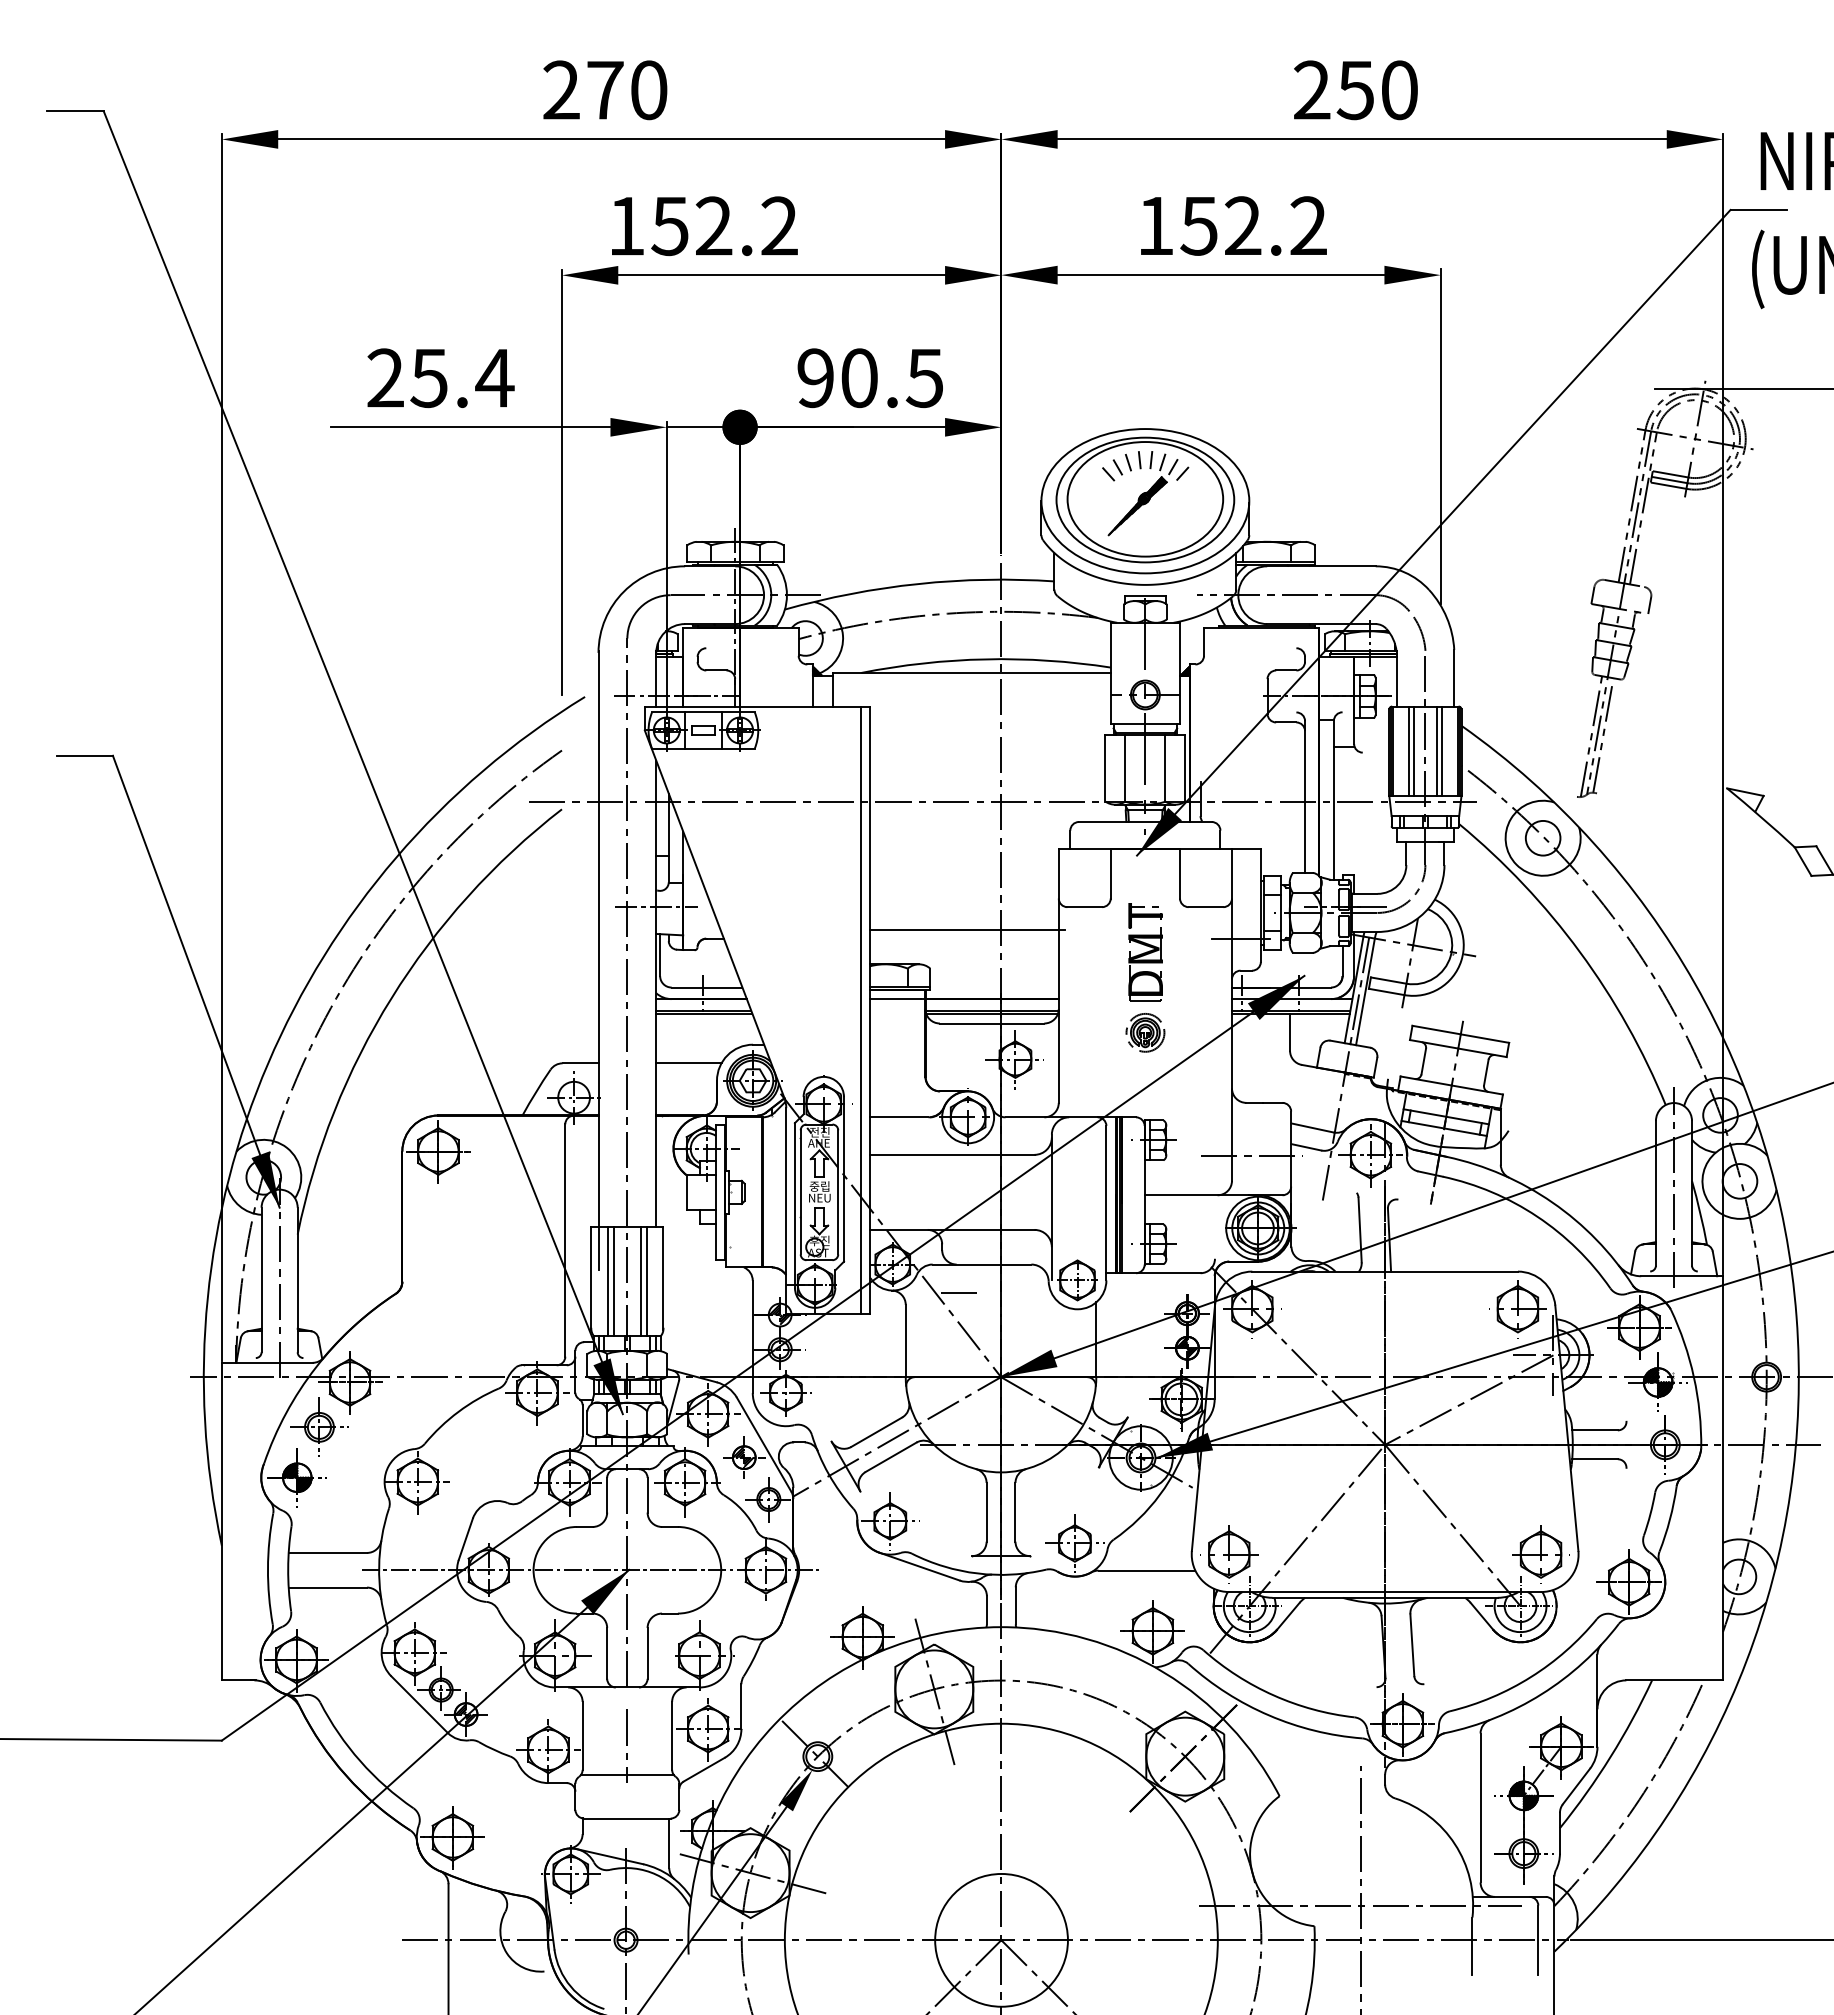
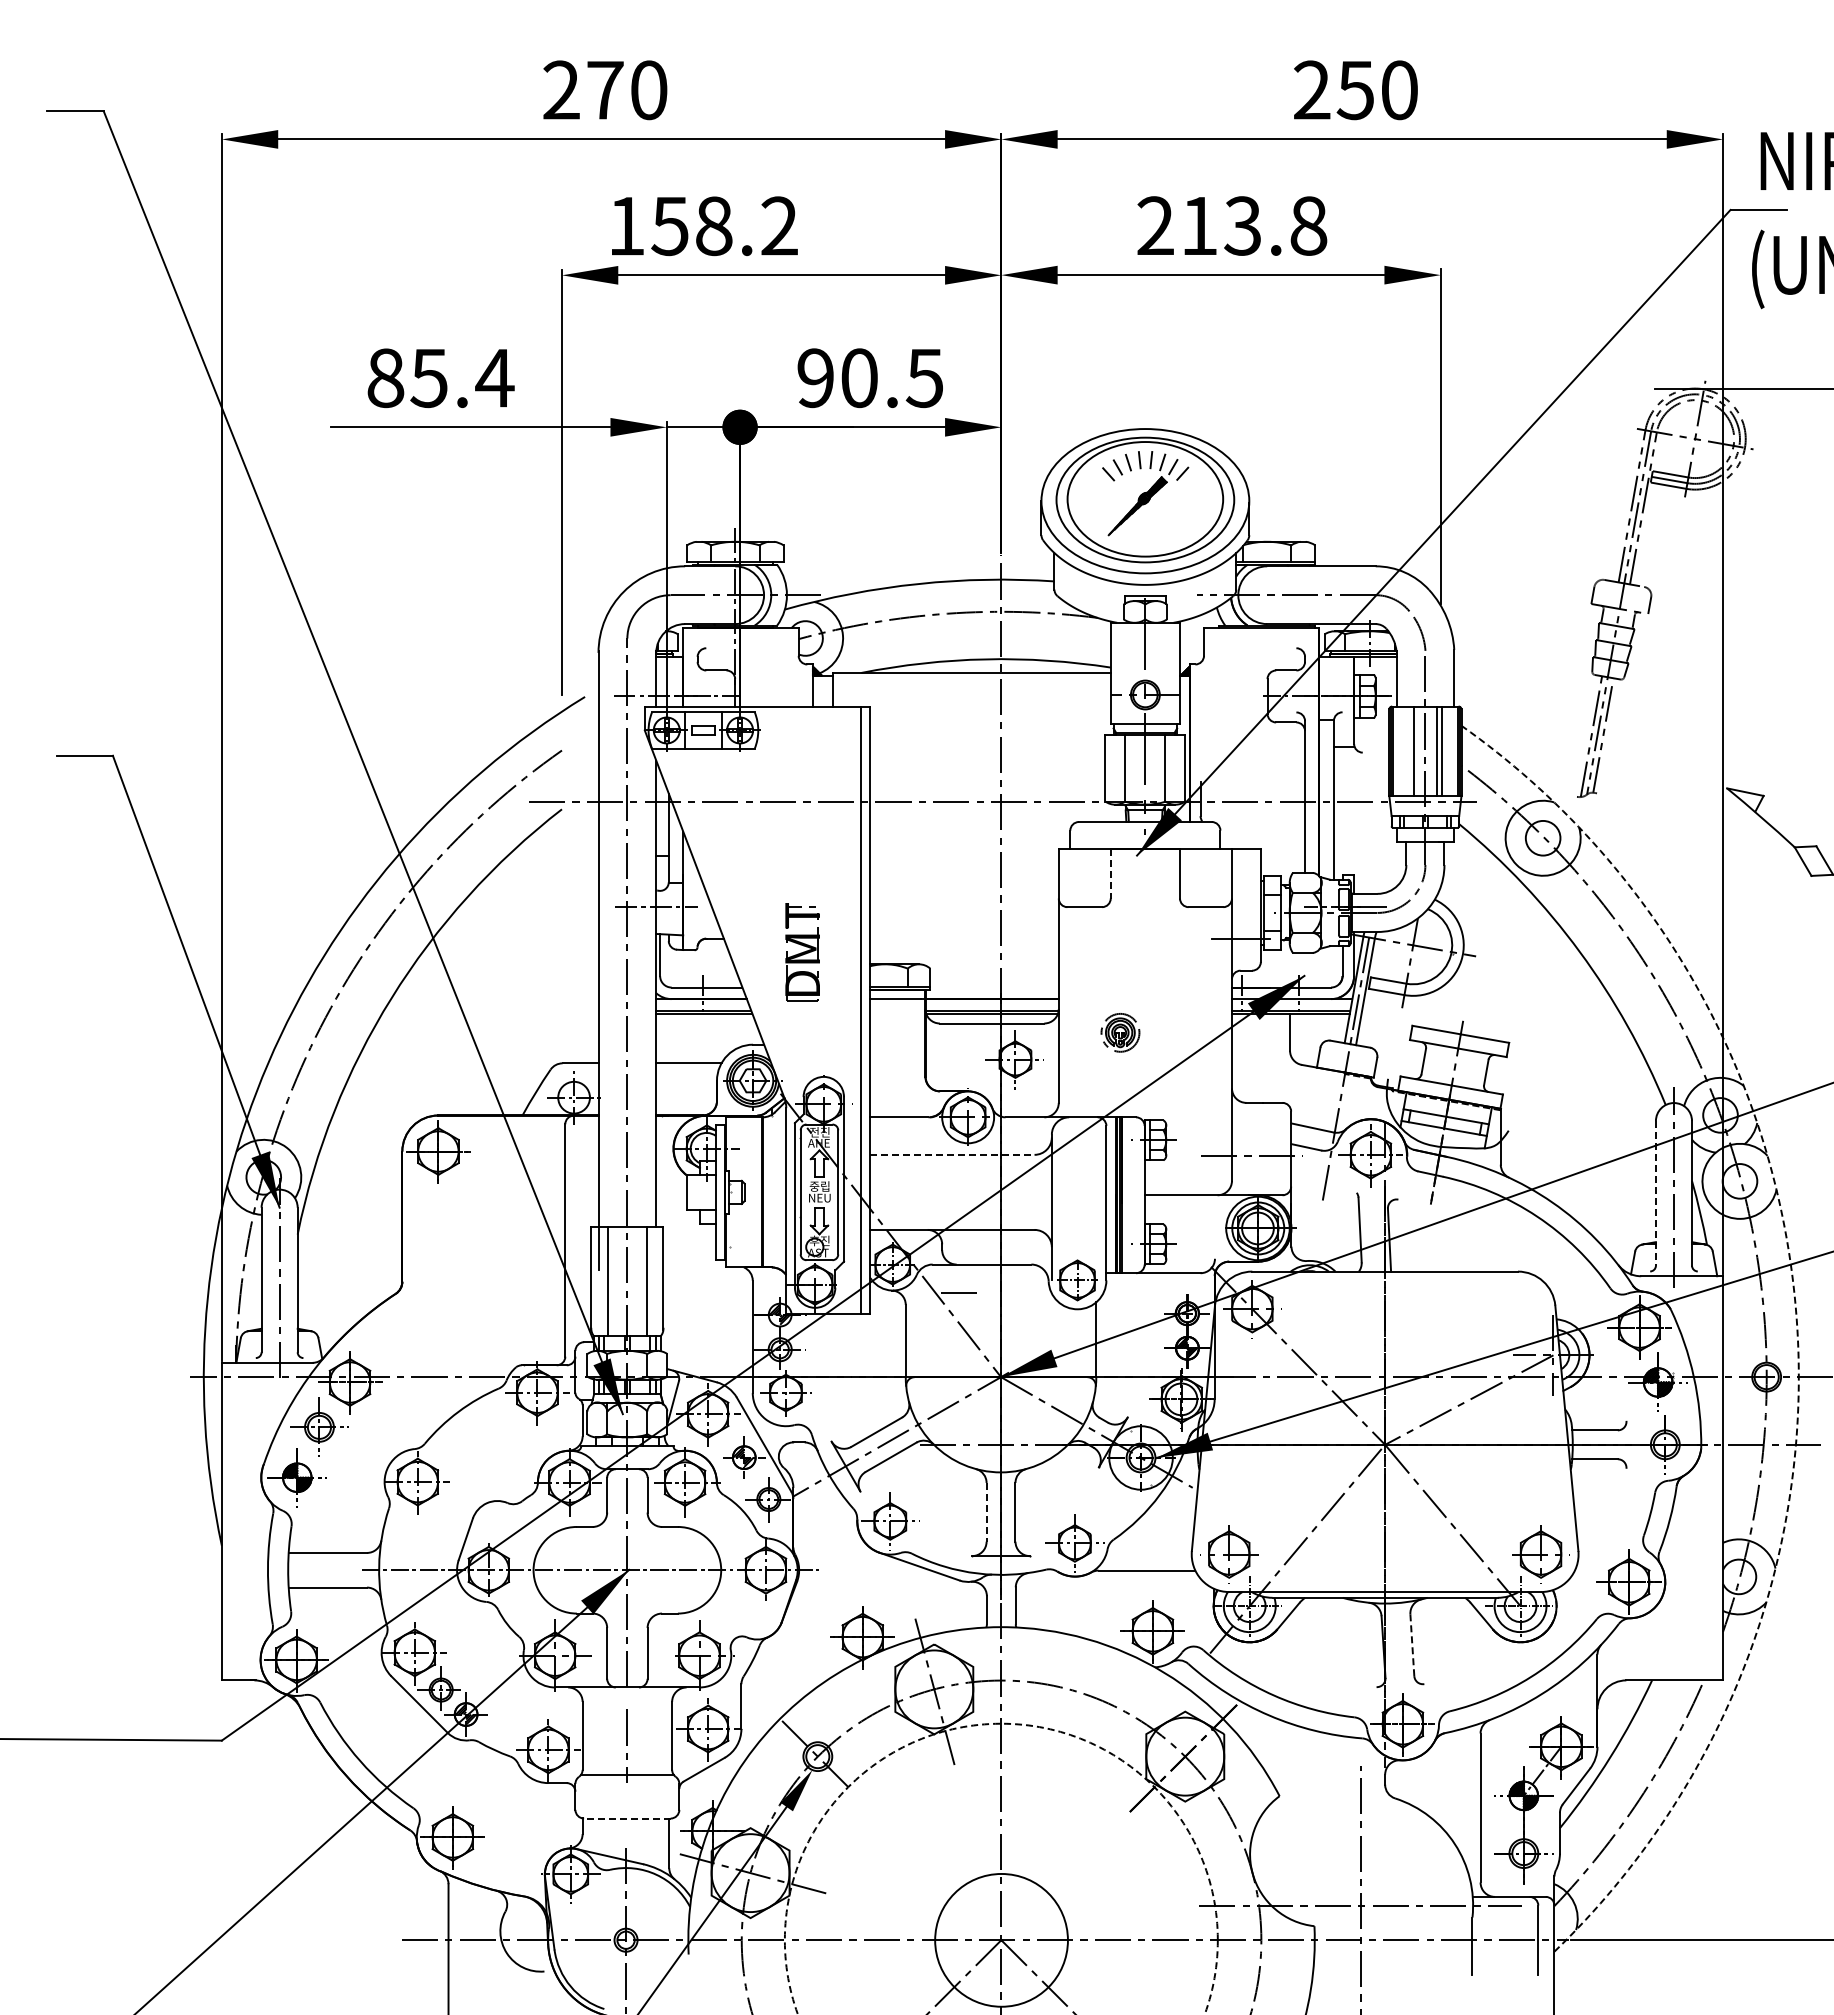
text at (1232, 225): 152.2 -> 213.8
text at (713, 226): 152.2 -> 158.2
text at (385, 378): 25.4 -> 85.4
line at (1408, 751): present -> none
line at (1110, 873): solid -> dashed
line at (967, 930): present -> none
part at (1145, 952) position: (1145, 952) -> (802, 952)
part at (1145, 1032) position: (1145, 1032) -> (1120, 1032)
line at (952, 1154): solid -> dashed
line at (1655, 1193): solid -> dashed
line at (613, 1281): present -> none
line at (641, 1281): present -> none
part at (1517, 1309): present -> none
arc at (1796, 1316): solid -> dashed
line at (986, 1512): solid -> dashed
line at (1412, 1645): solid -> dashed
line at (626, 1818): solid -> dashed
circle at (1000, 1868): solid -> dashed
